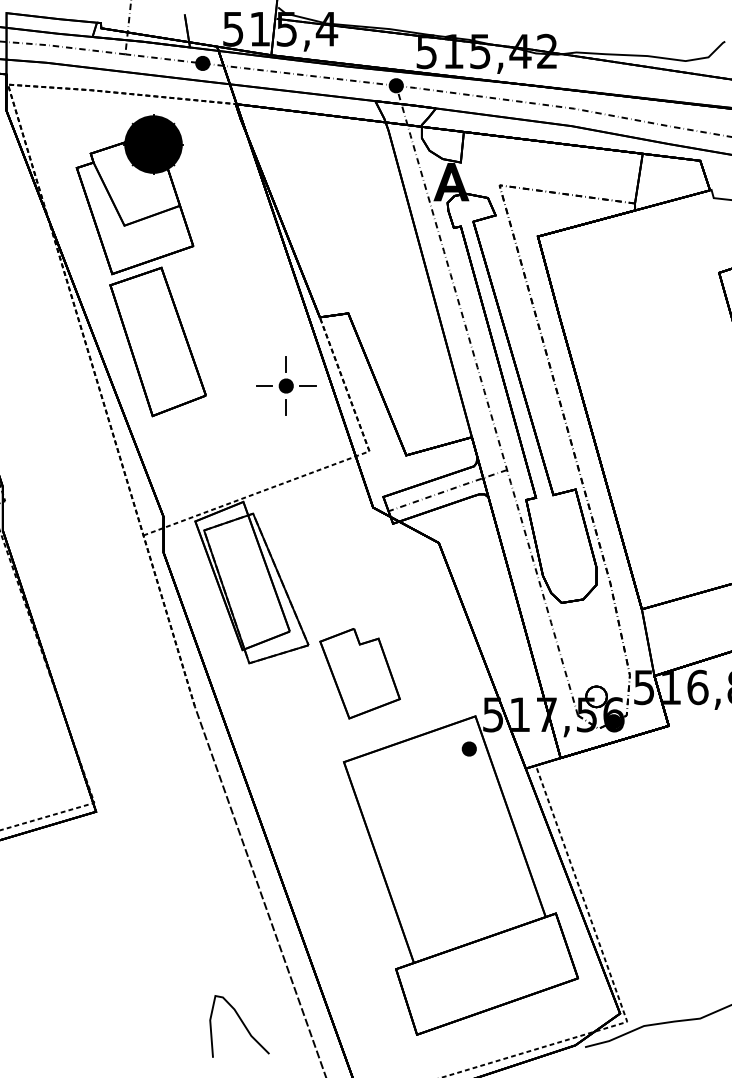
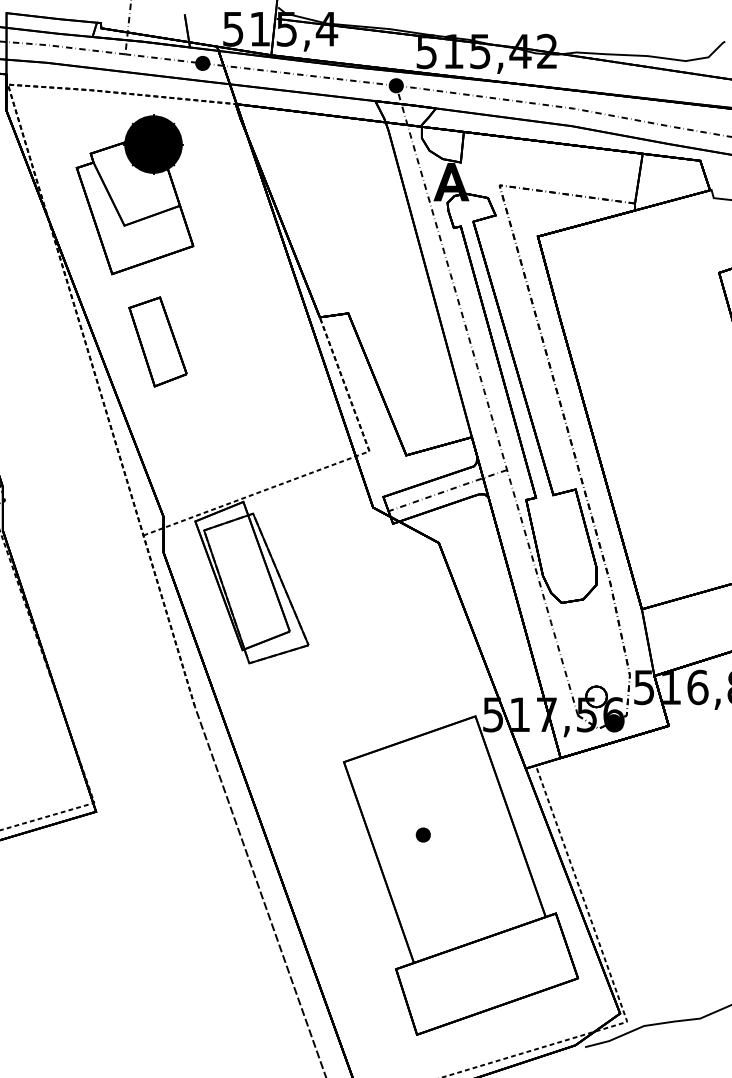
part at (157, 341) size: 98x152 px -> 60x92 px
part at (286, 385): present -> none
part at (359, 673): present -> none
part at (468, 748) position: (468, 748) -> (422, 834)
curve at (242, 1024): present -> none
